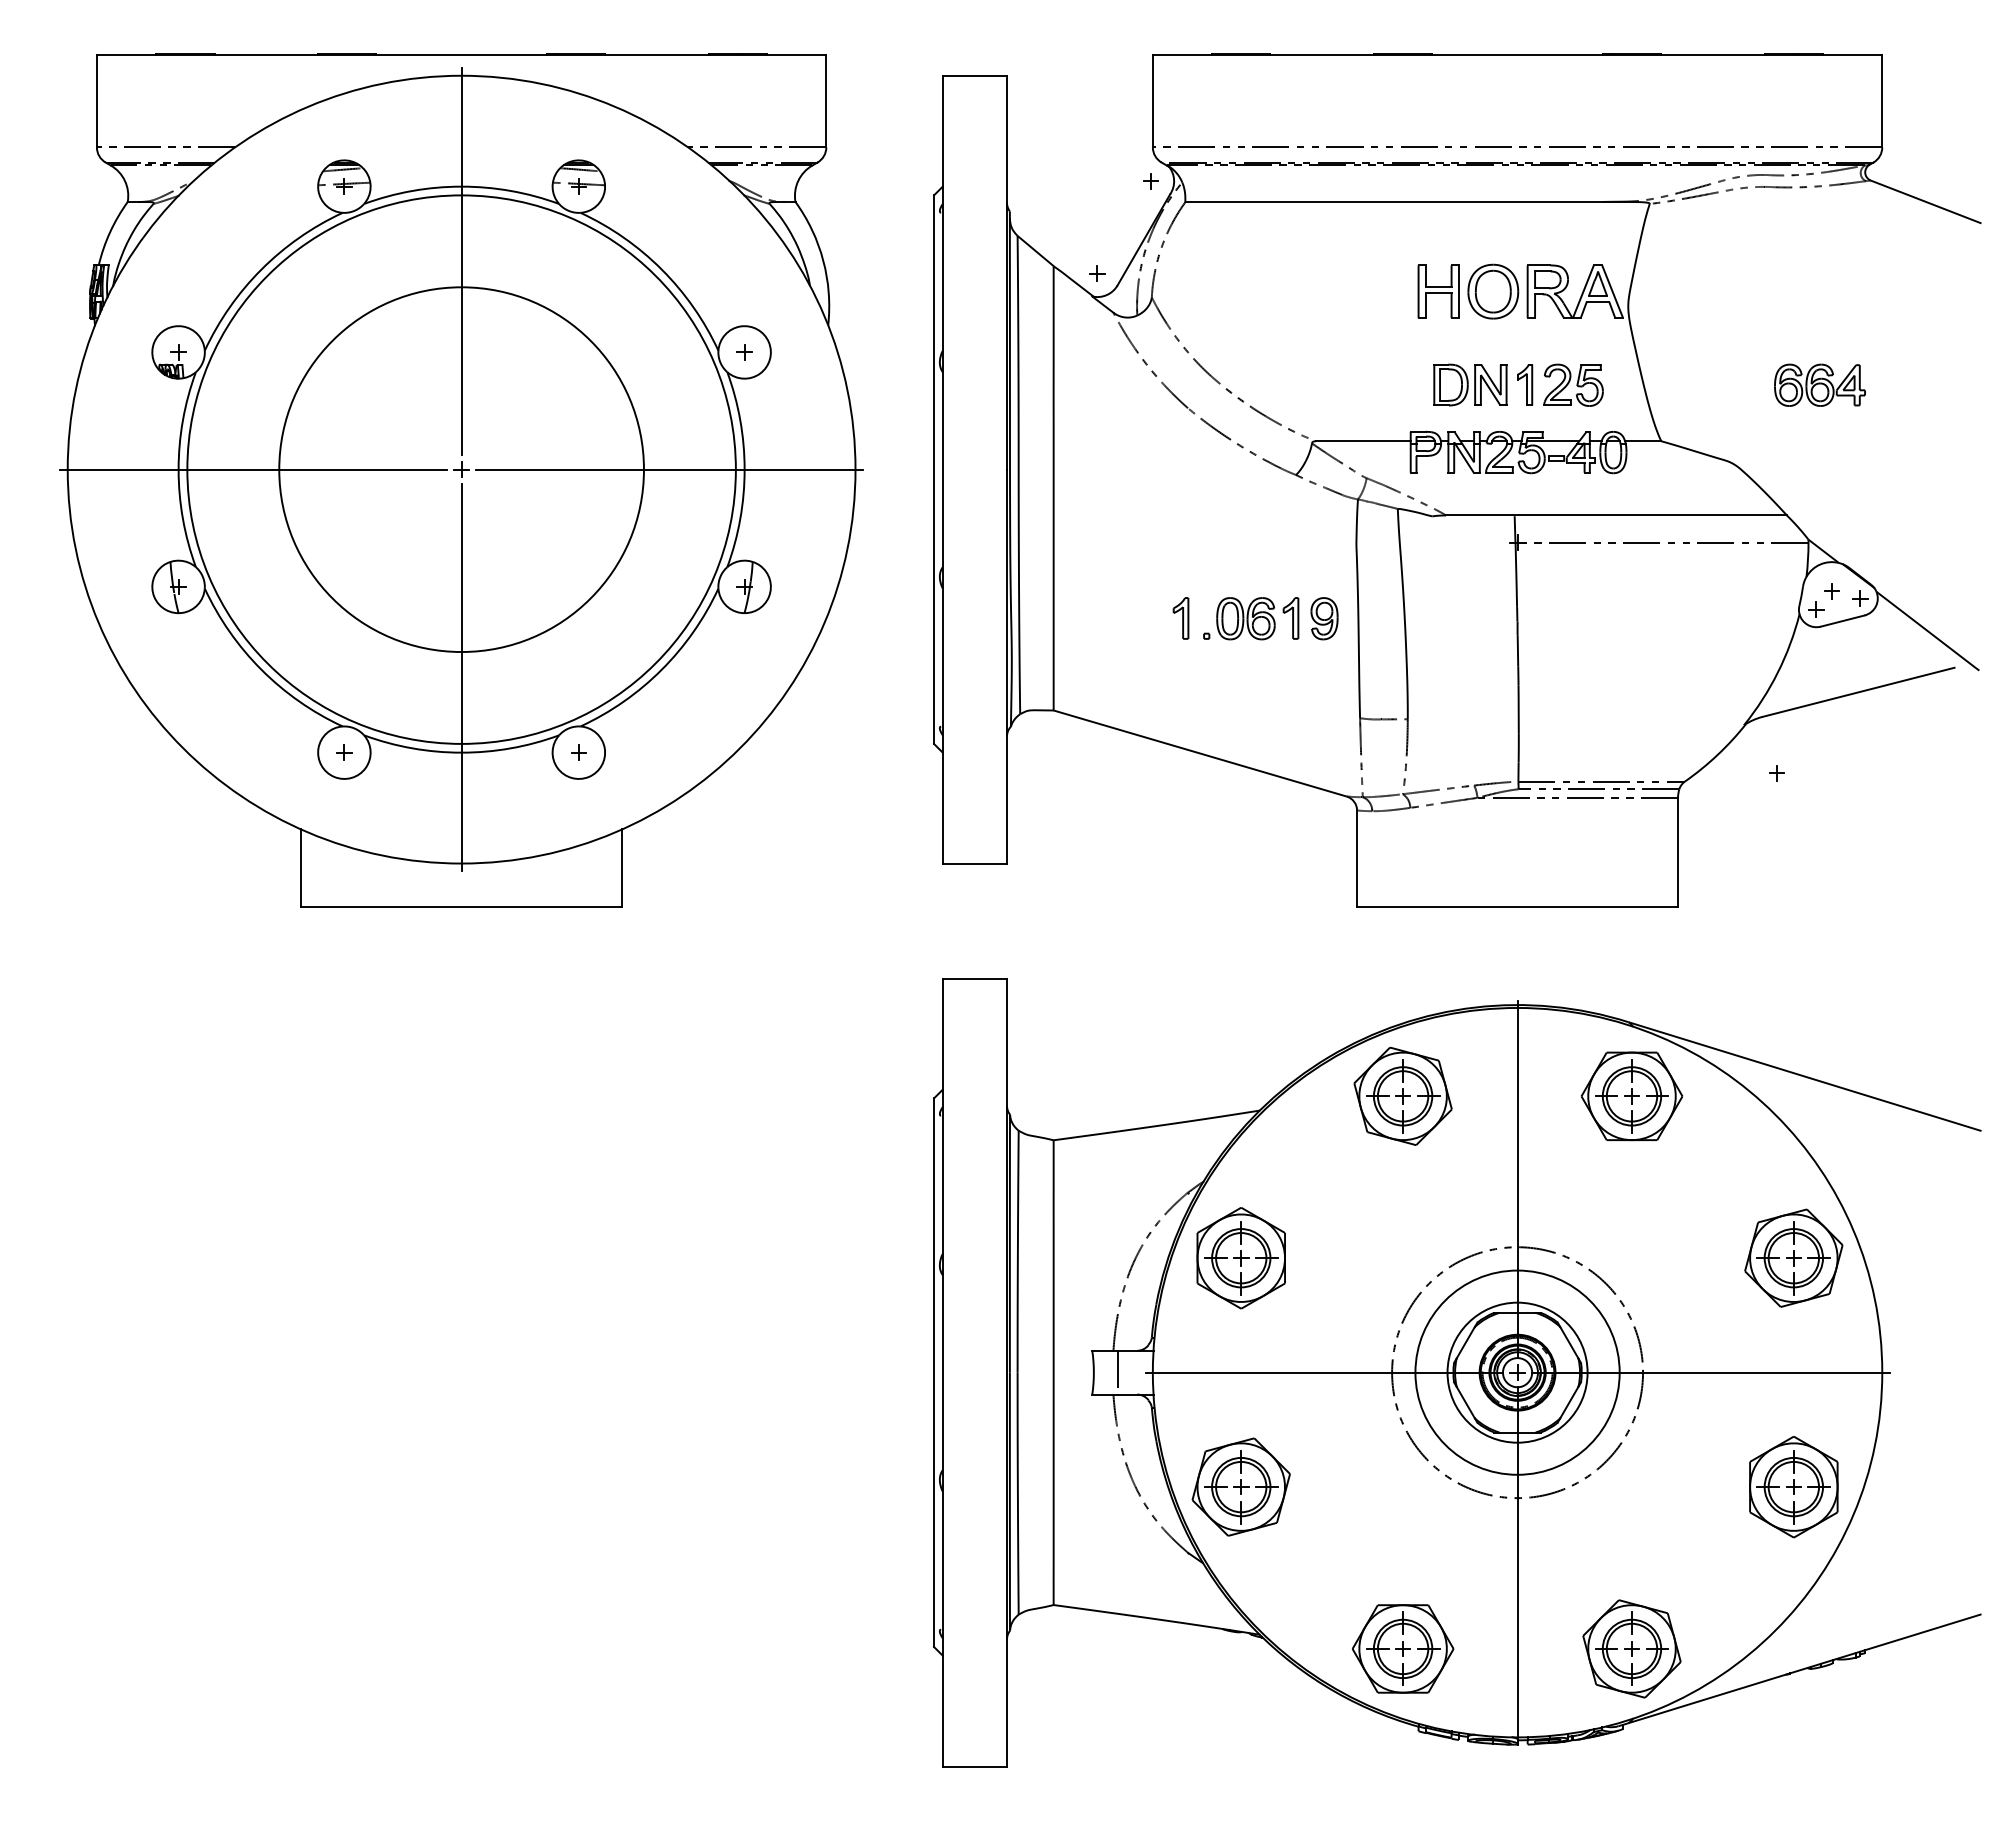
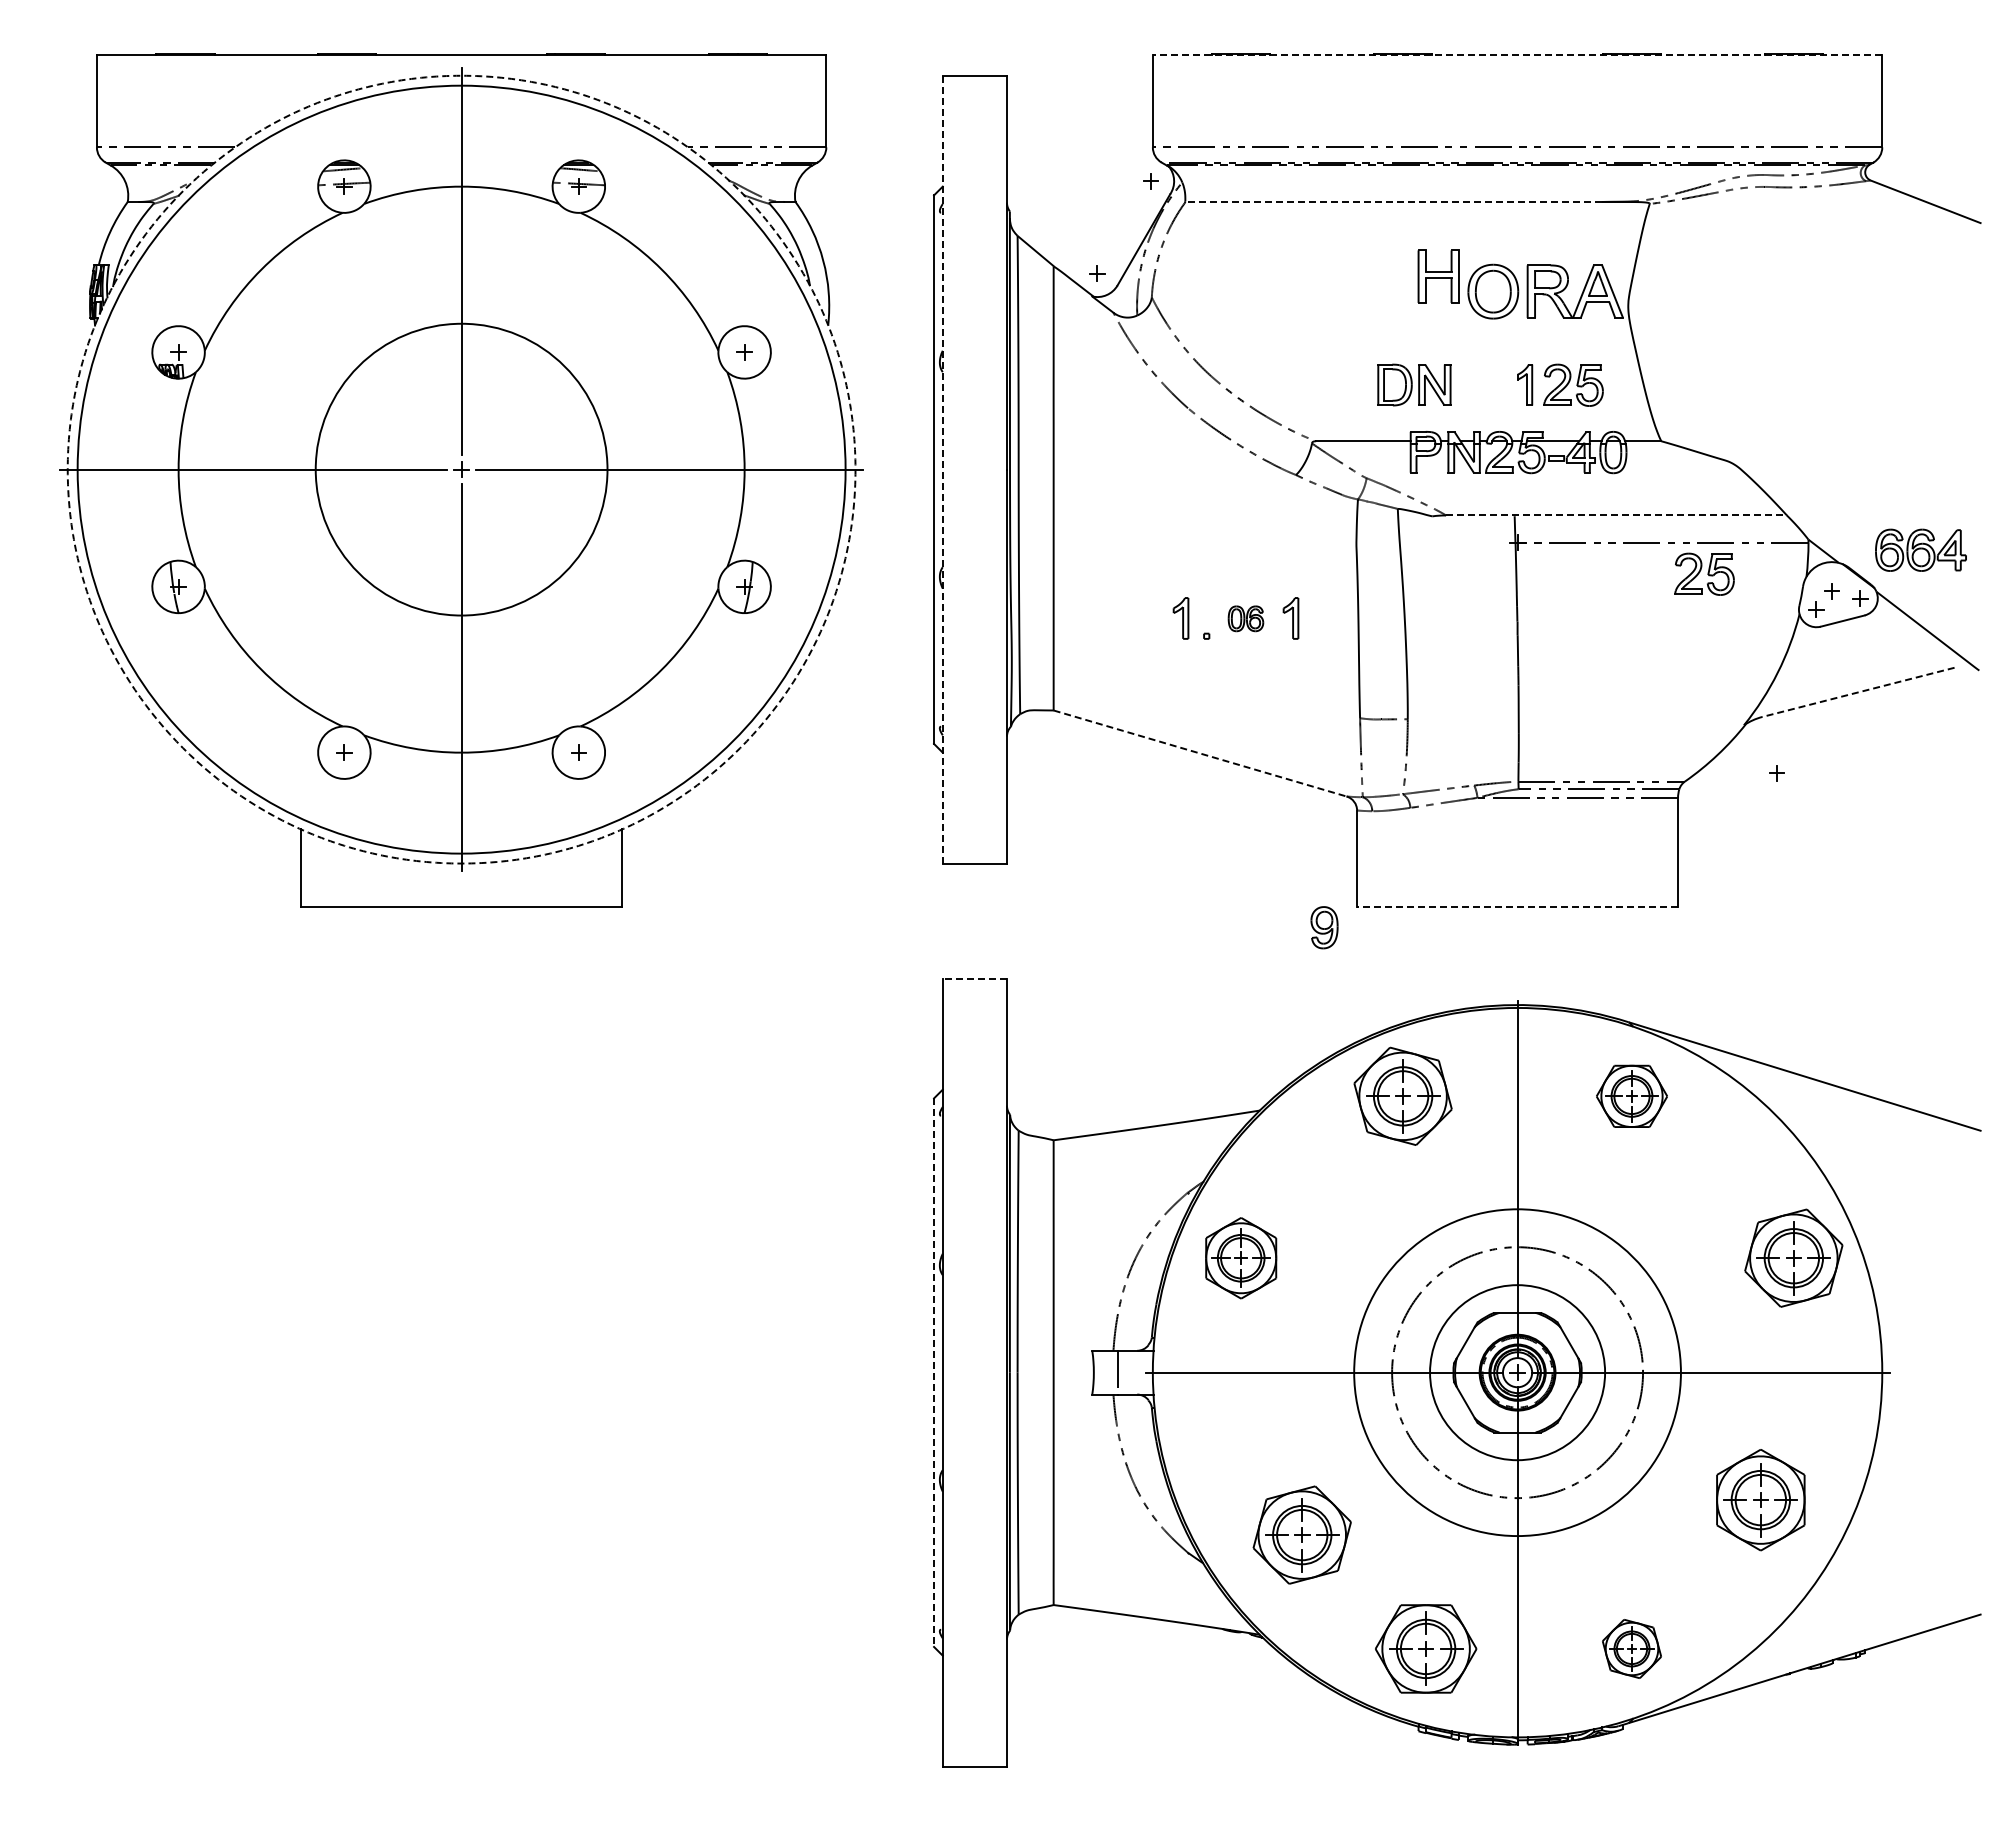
line at (1517, 55): solid -> dashed
line at (1393, 201): solid -> dashed
part at (1438, 291) position: (1438, 291) -> (1438, 276)
part at (1470, 384) position: (1470, 384) -> (1414, 384)
part at (1819, 384) position: (1819, 384) -> (1920, 549)
circle at (461, 469) diameter: 365 px -> 292 px
circle at (461, 469) diameter: 549 px -> 768 px
circle at (461, 469): solid -> dashed
line at (942, 469): solid -> dashed
line at (1617, 515): solid -> dashed
part at (1704, 573): none -> present
part at (1245, 618) size: 60x44 px -> 38x28 px
part at (1324, 618) position: (1324, 618) -> (1324, 927)
line at (1858, 692): solid -> dashed
line at (1199, 753): solid -> dashed
line at (1517, 907): solid -> dashed
line at (974, 978): solid -> dashed
part at (1631, 1096) size: 104x91 px -> 72x64 px
part at (1240, 1258) size: 90x103 px -> 73x83 px
circle at (1517, 1372) diameter: 140 px -> 175 px
circle at (1517, 1372) diameter: 204 px -> 327 px
line at (934, 1373): solid -> dashed
part at (1240, 1486) position: (1240, 1486) -> (1301, 1534)
part at (1793, 1487) position: (1793, 1487) -> (1760, 1500)
part at (1403, 1648) position: (1403, 1648) -> (1426, 1648)
part at (1631, 1648) size: 100x100 px -> 60x60 px
